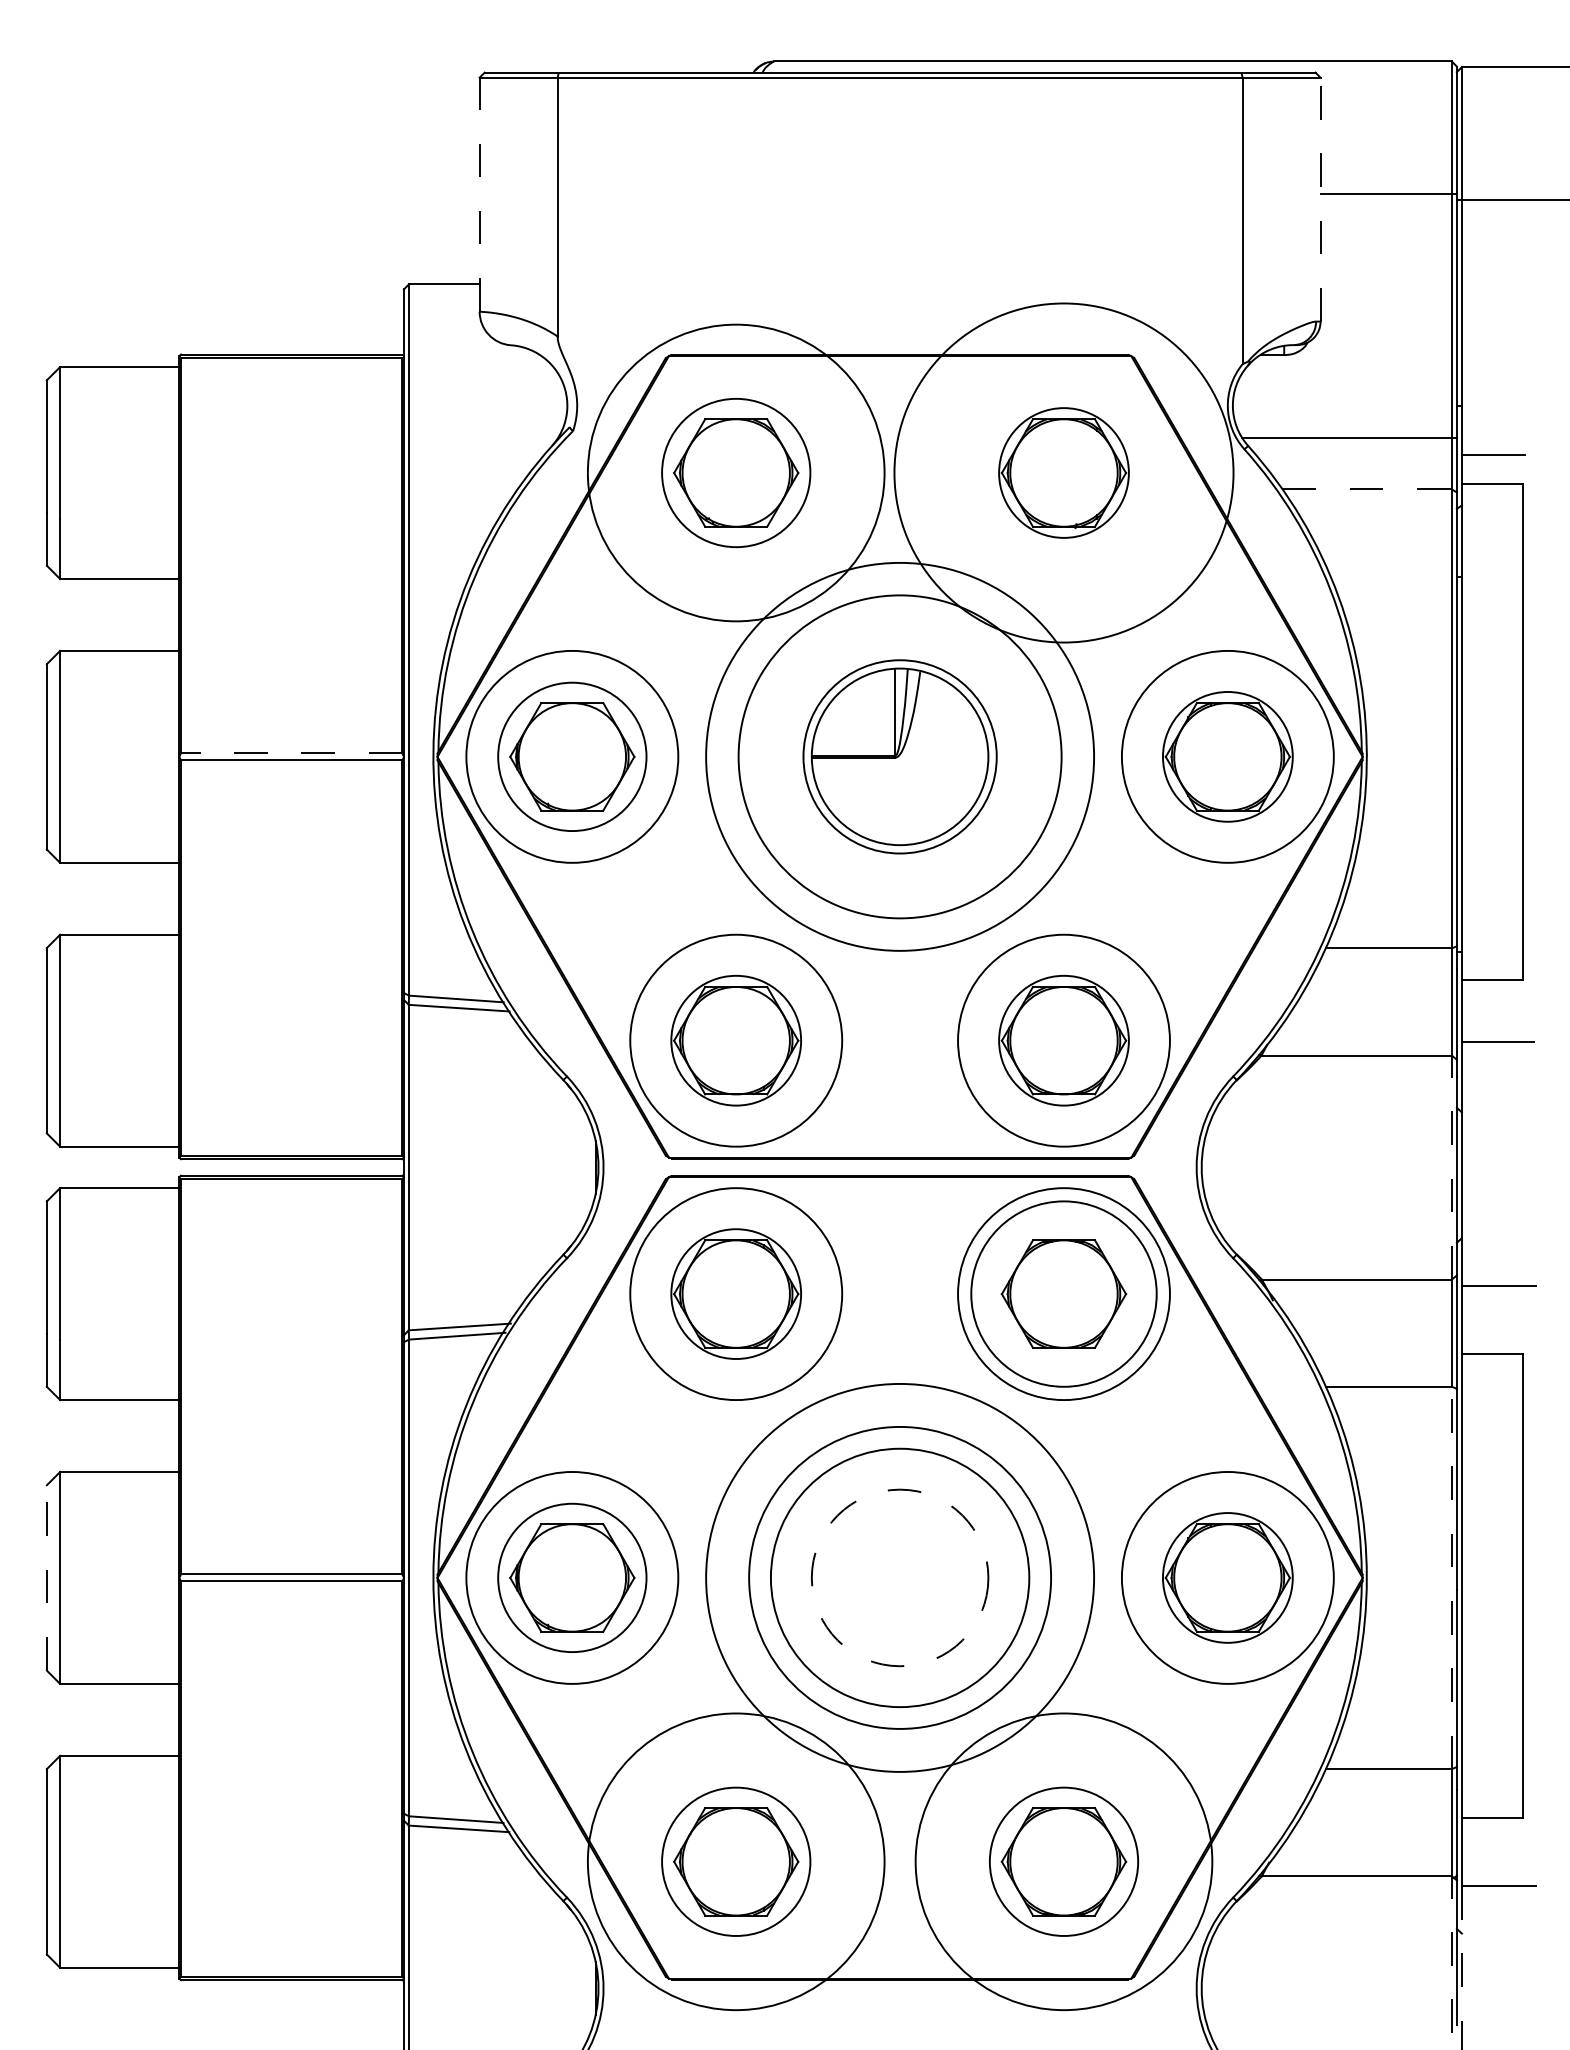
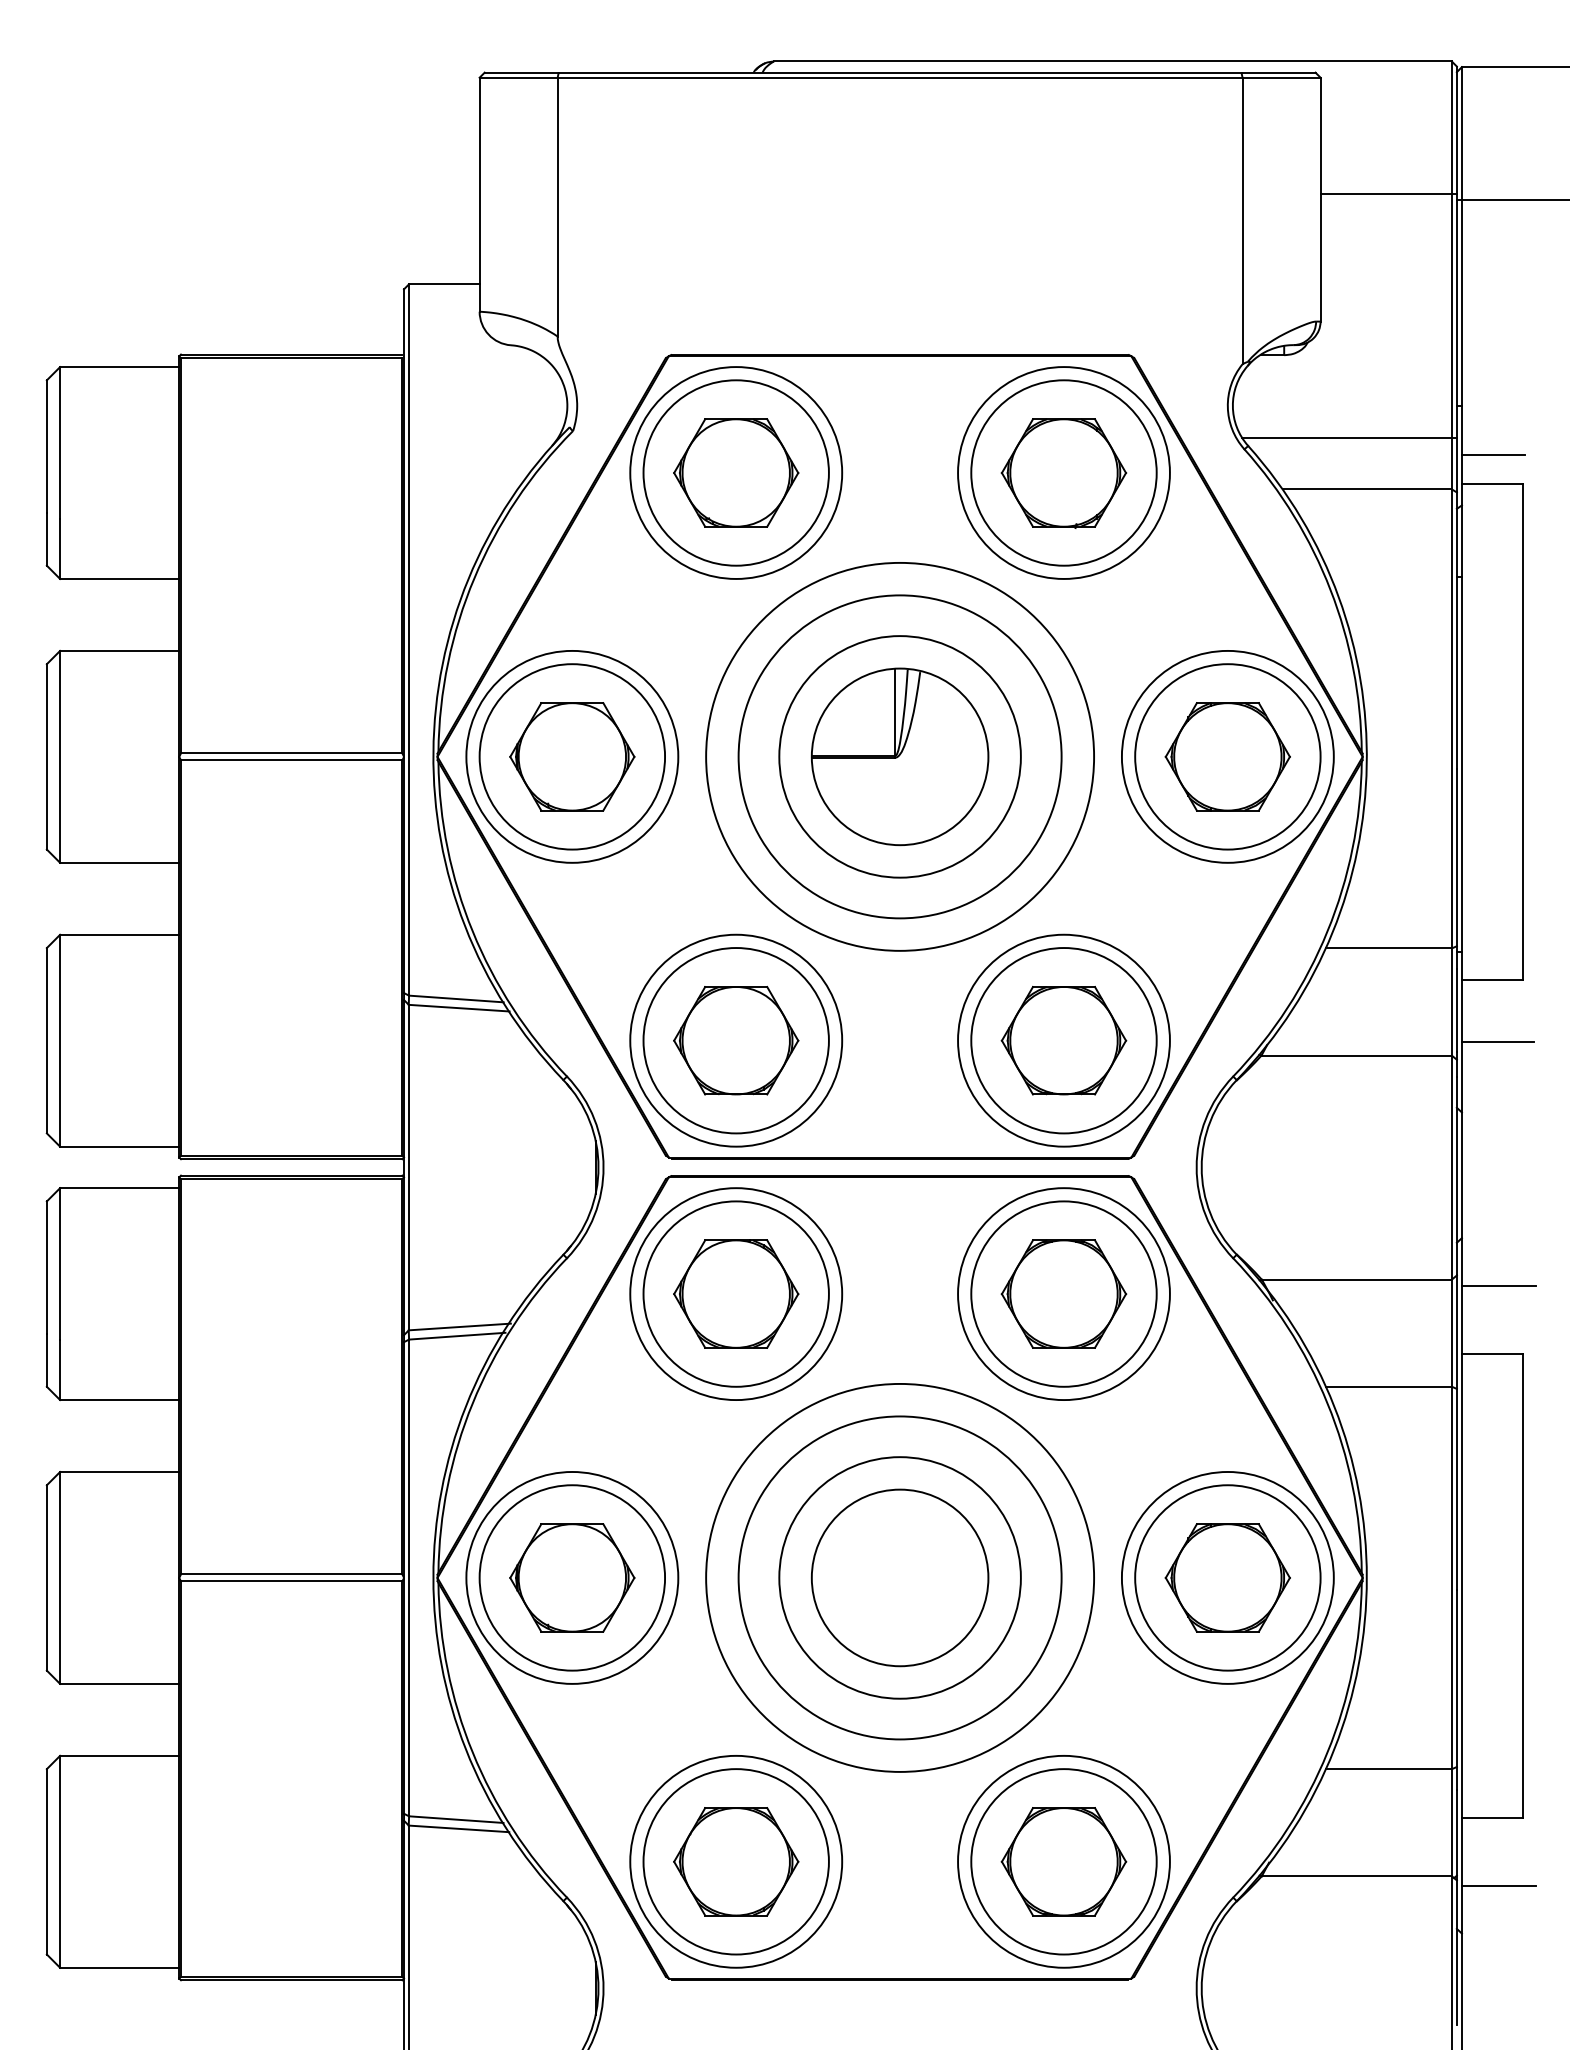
line at (479, 194): dashed -> solid
line at (1320, 199): dashed -> solid
circle at (735, 472) diameter: 297 px -> 212 px
circle at (736, 472) diameter: 148 px -> 185 px
circle at (1063, 472) diameter: 130 px -> 185 px
circle at (1063, 472) diameter: 339 px -> 212 px
line at (1367, 489): dashed -> solid
line at (291, 753): dashed -> solid
circle at (572, 756) diameter: 148 px -> 185 px
circle at (899, 756) diameter: 193 px -> 242 px
circle at (1227, 756) diameter: 130 px -> 185 px
circle at (736, 1040) diameter: 130 px -> 185 px
circle at (1063, 1040) diameter: 130 px -> 185 px
line at (1451, 1167): dashed -> solid
circle at (736, 1294) diameter: 130 px -> 185 px
line at (46, 1577): dashed -> solid
circle at (572, 1577) diameter: 148 px -> 185 px
circle at (899, 1577) diameter: 258 px -> 323 px
circle at (899, 1577): dashed -> solid
circle at (900, 1577) diameter: 302 px -> 242 px
circle at (1227, 1577) diameter: 130 px -> 185 px
line at (1451, 1577): dashed -> solid
circle at (735, 1861) diameter: 297 px -> 212 px
circle at (736, 1861) diameter: 148 px -> 185 px
circle at (1063, 1861) diameter: 148 px -> 185 px
circle at (1063, 1861) diameter: 297 px -> 212 px
line at (1451, 1962): dashed -> solid
line at (1461, 1968): dashed -> solid
